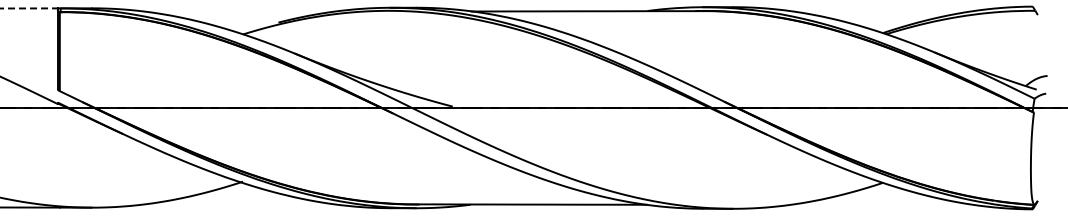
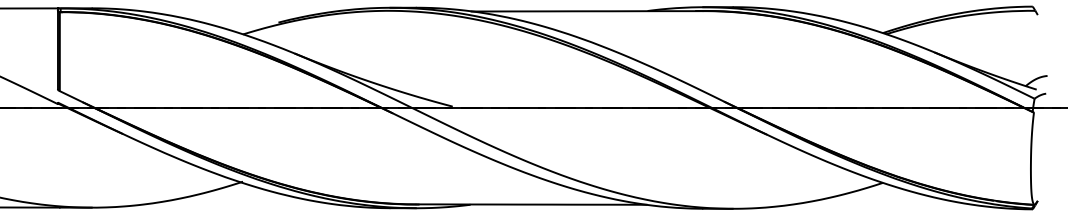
line at (29, 8): dashed -> solid
